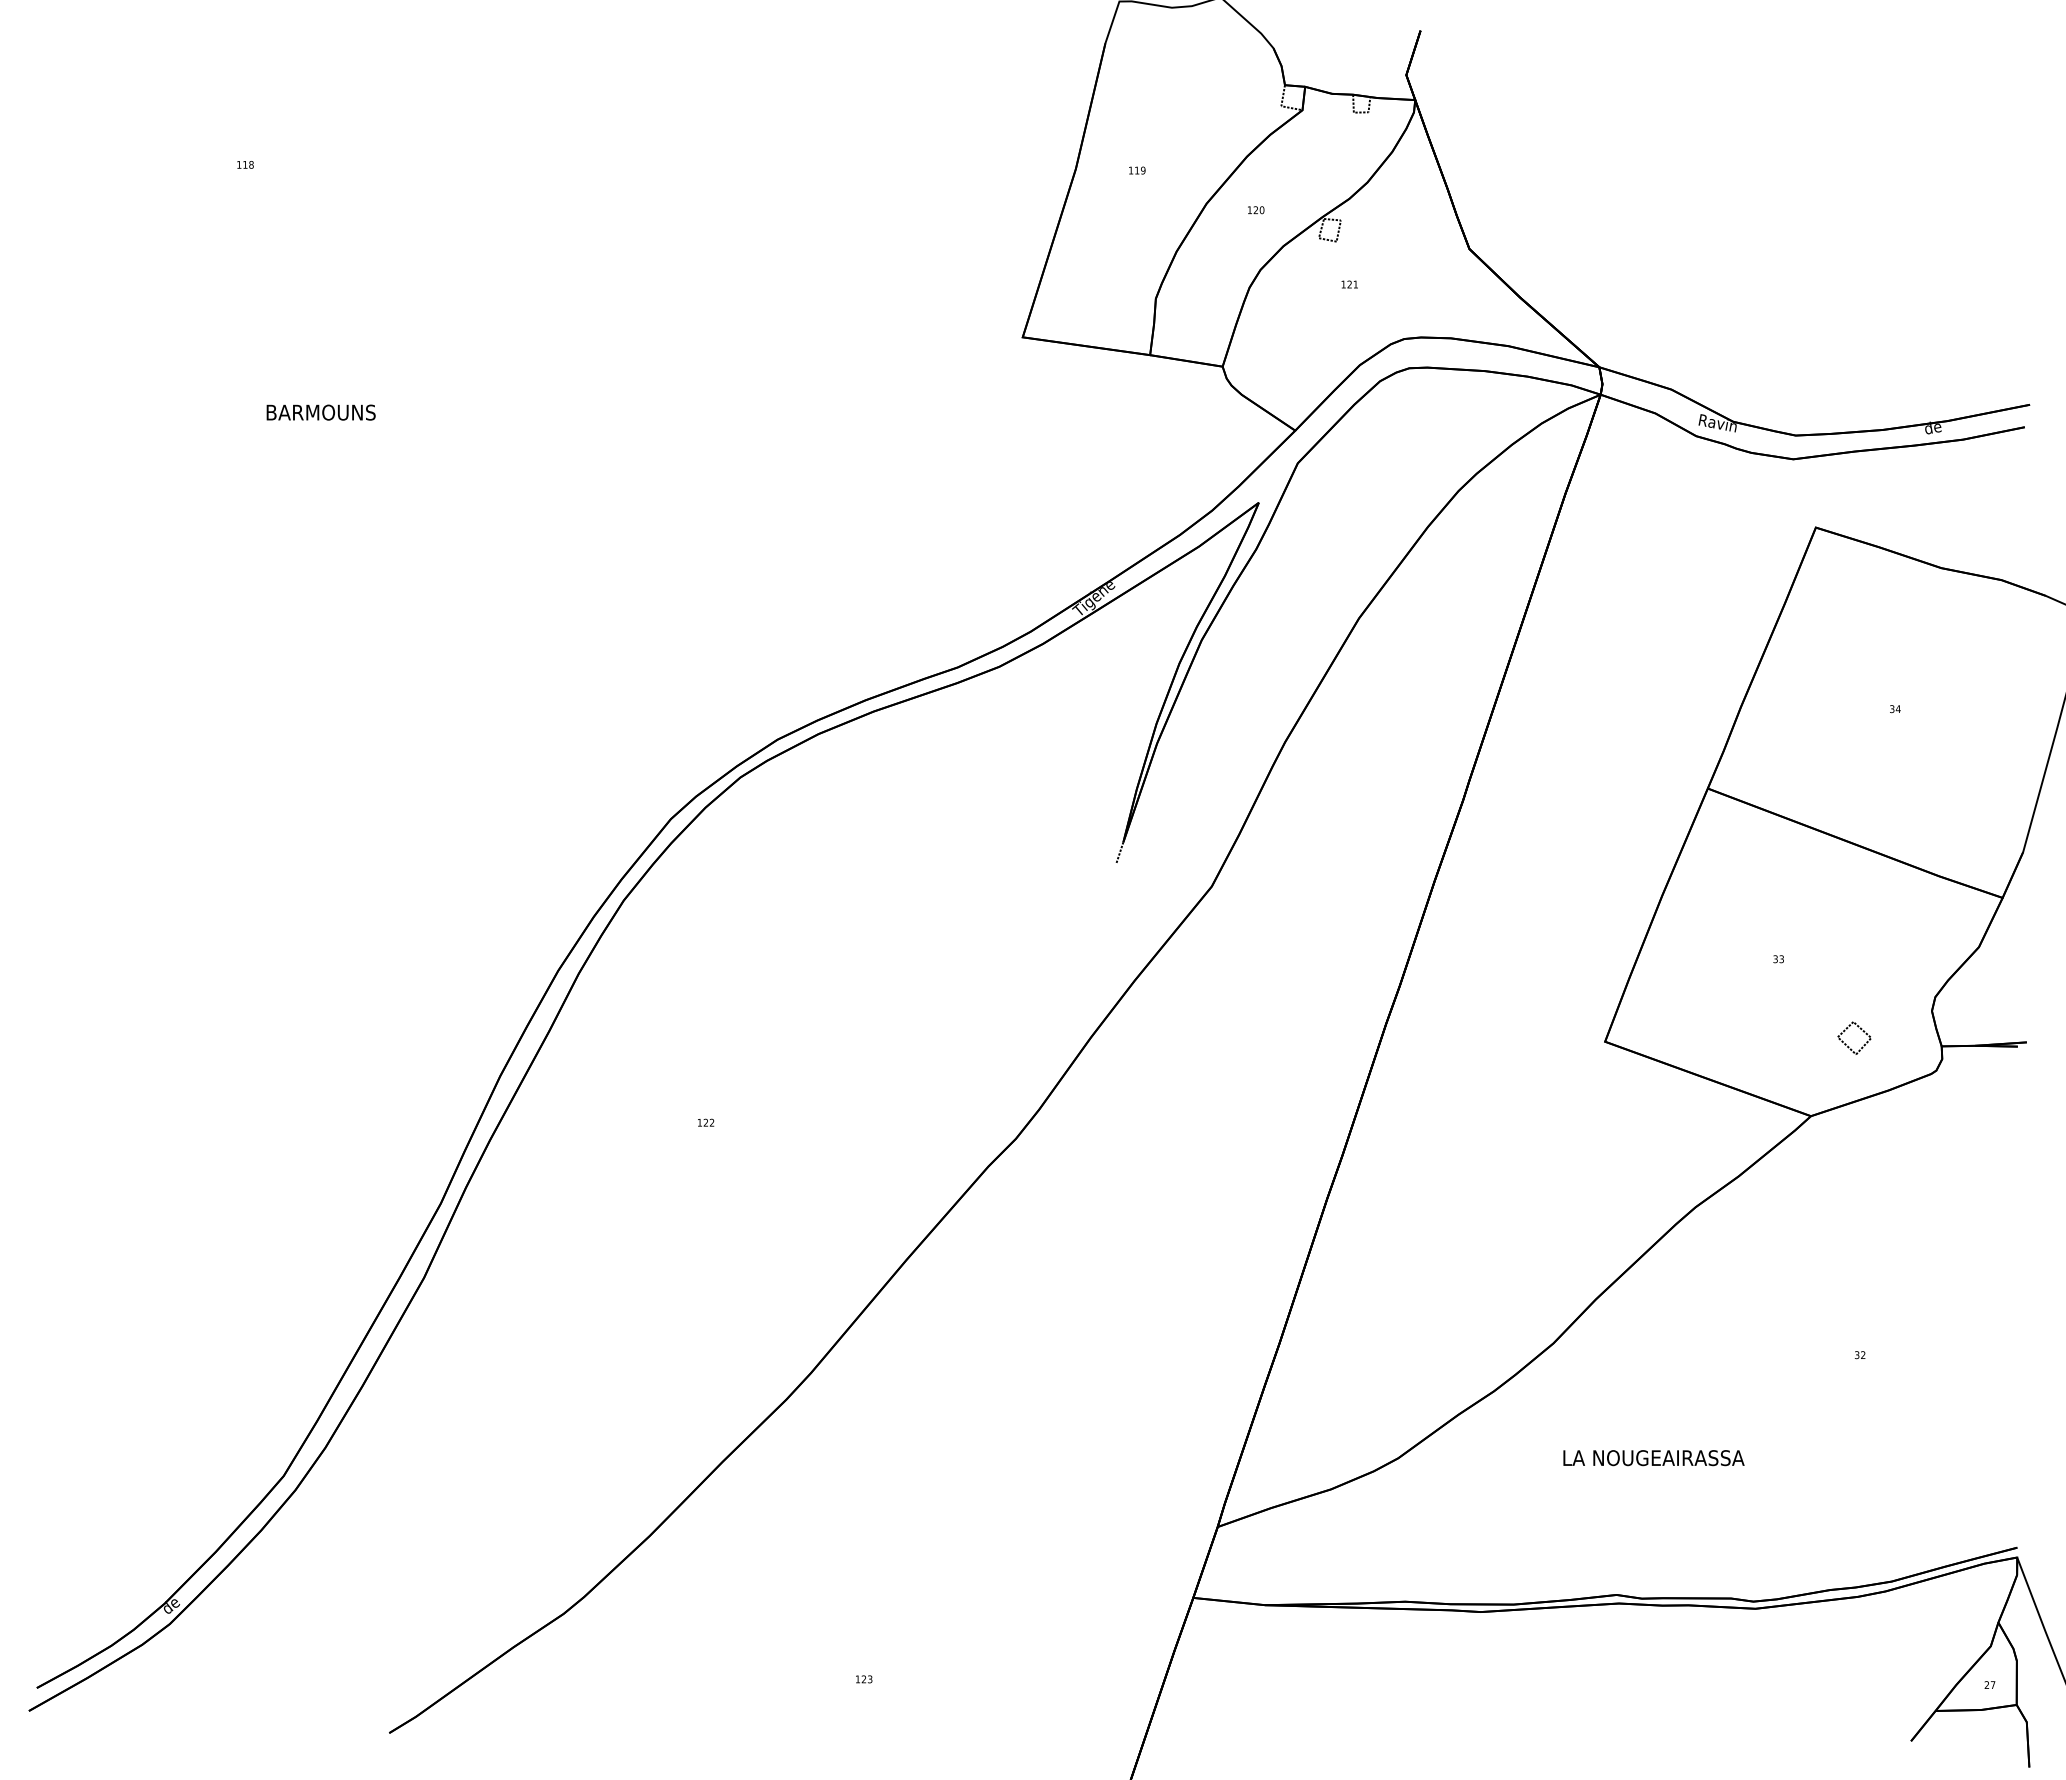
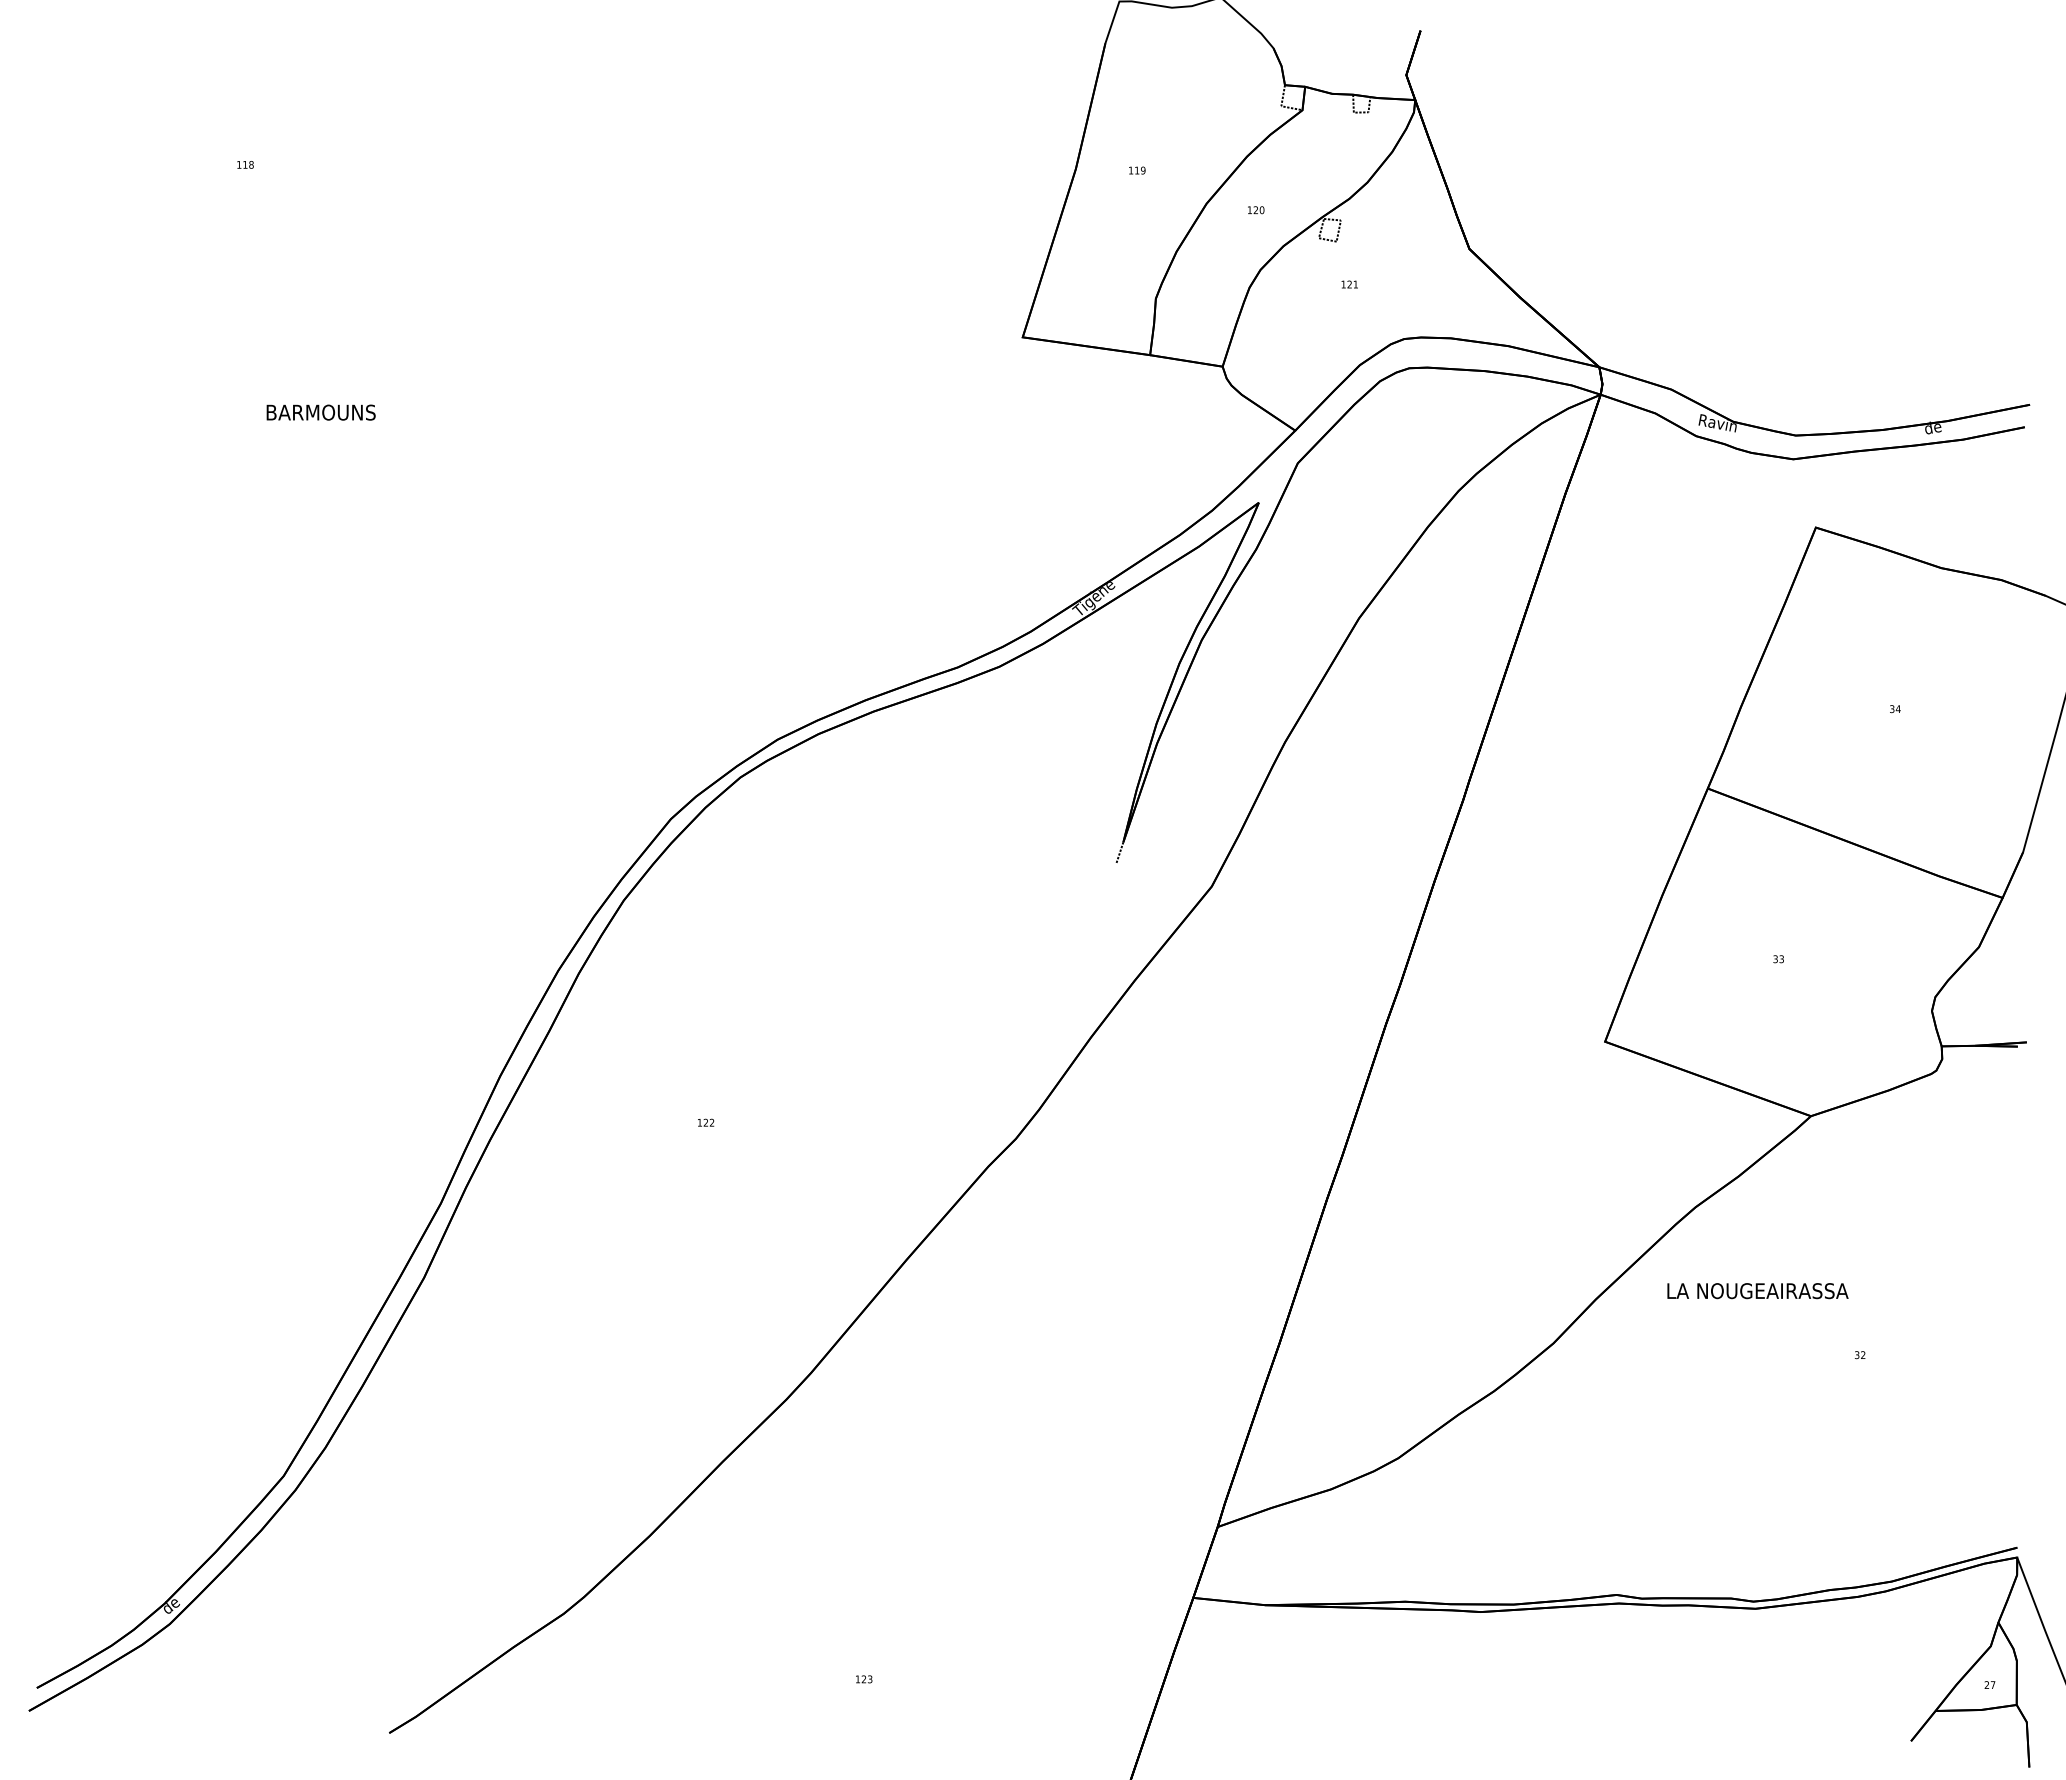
part at (1860, 1029): present -> none
text at (1653, 1458) position: (1653, 1458) -> (1757, 1291)
